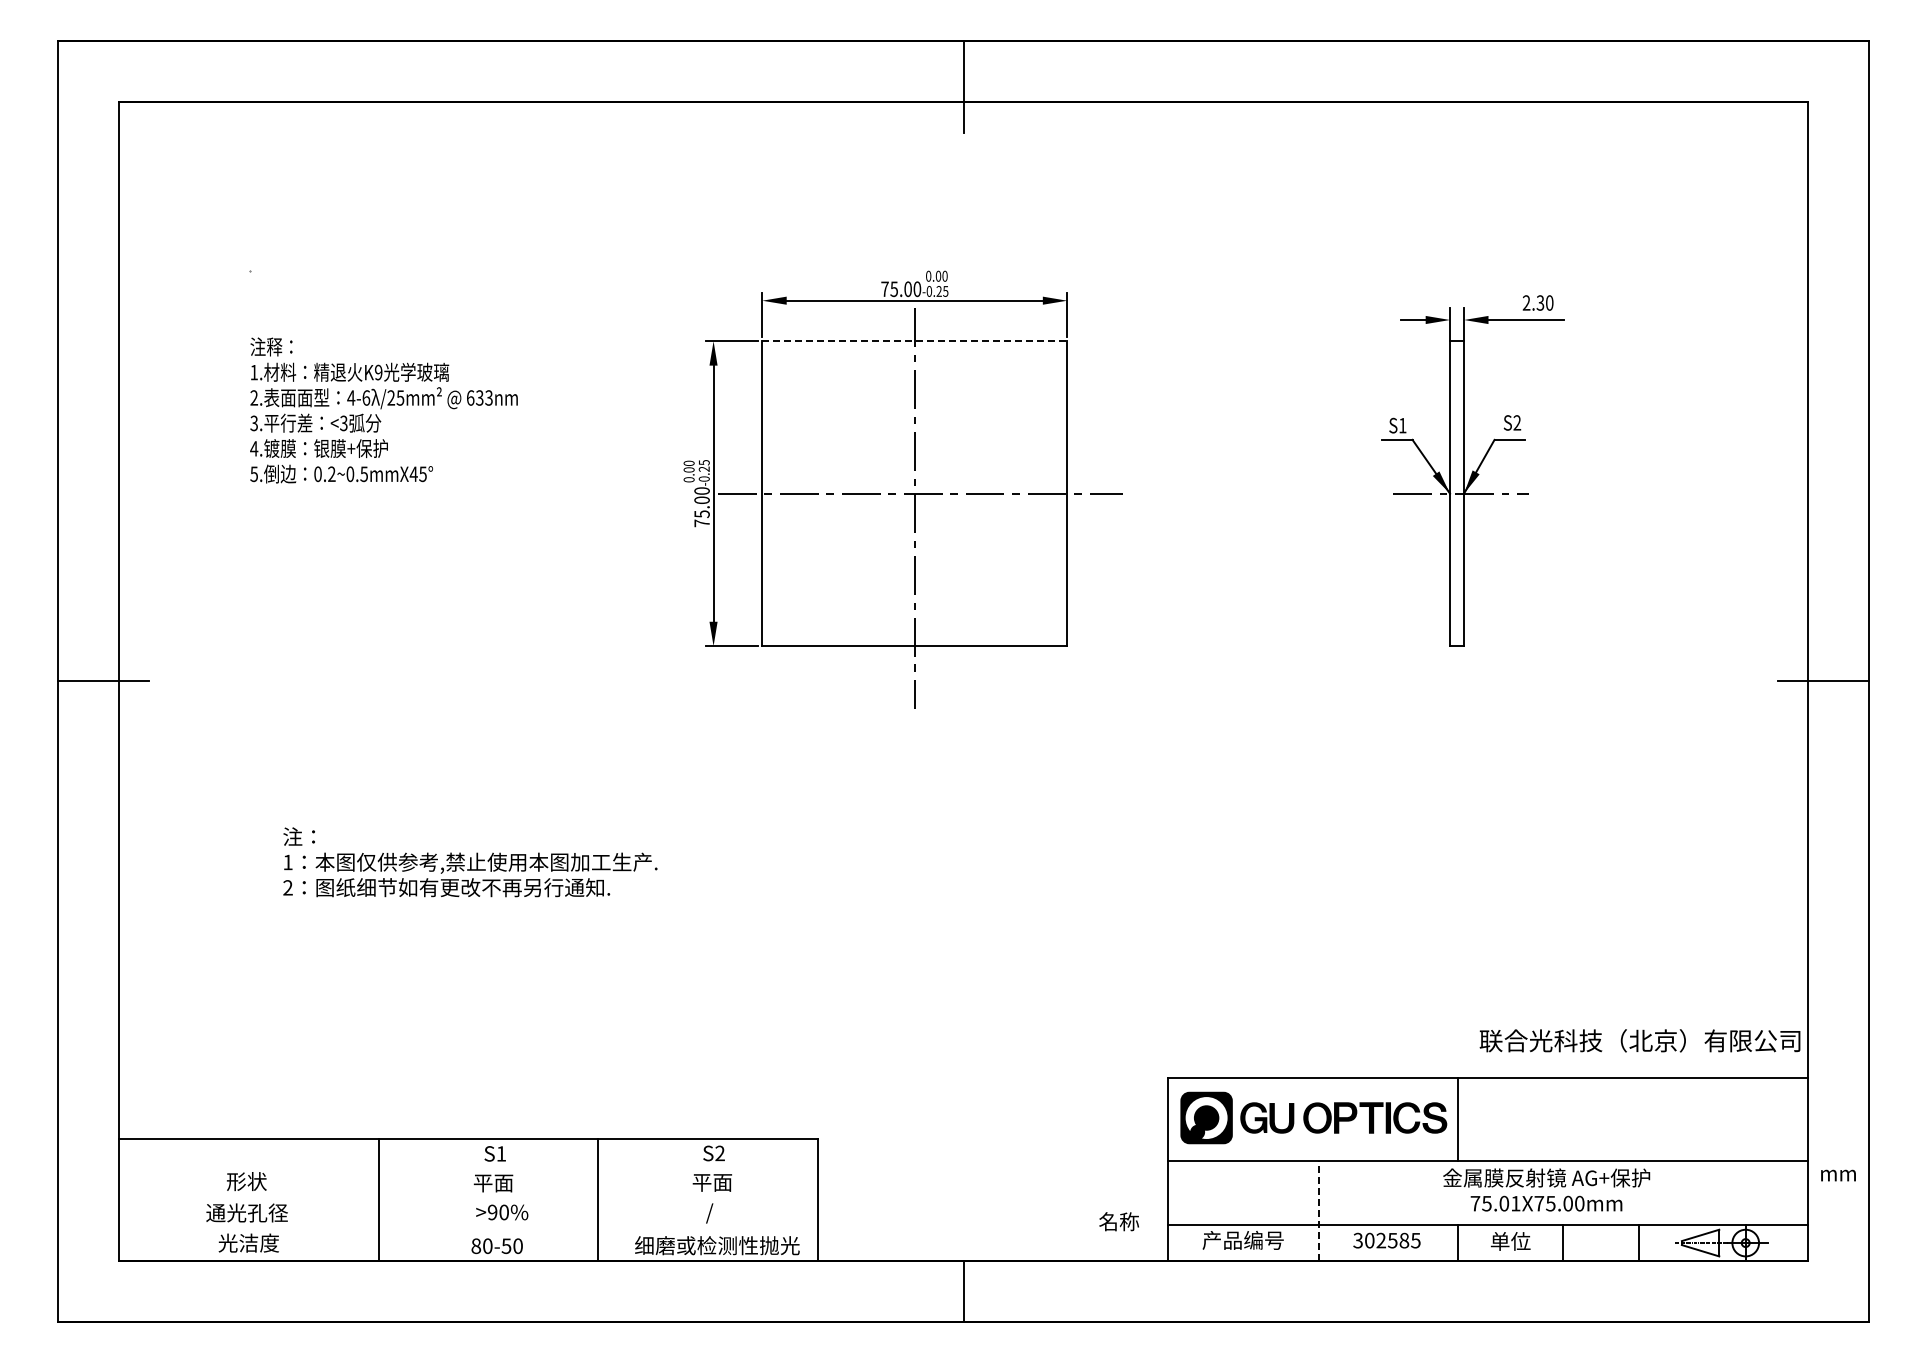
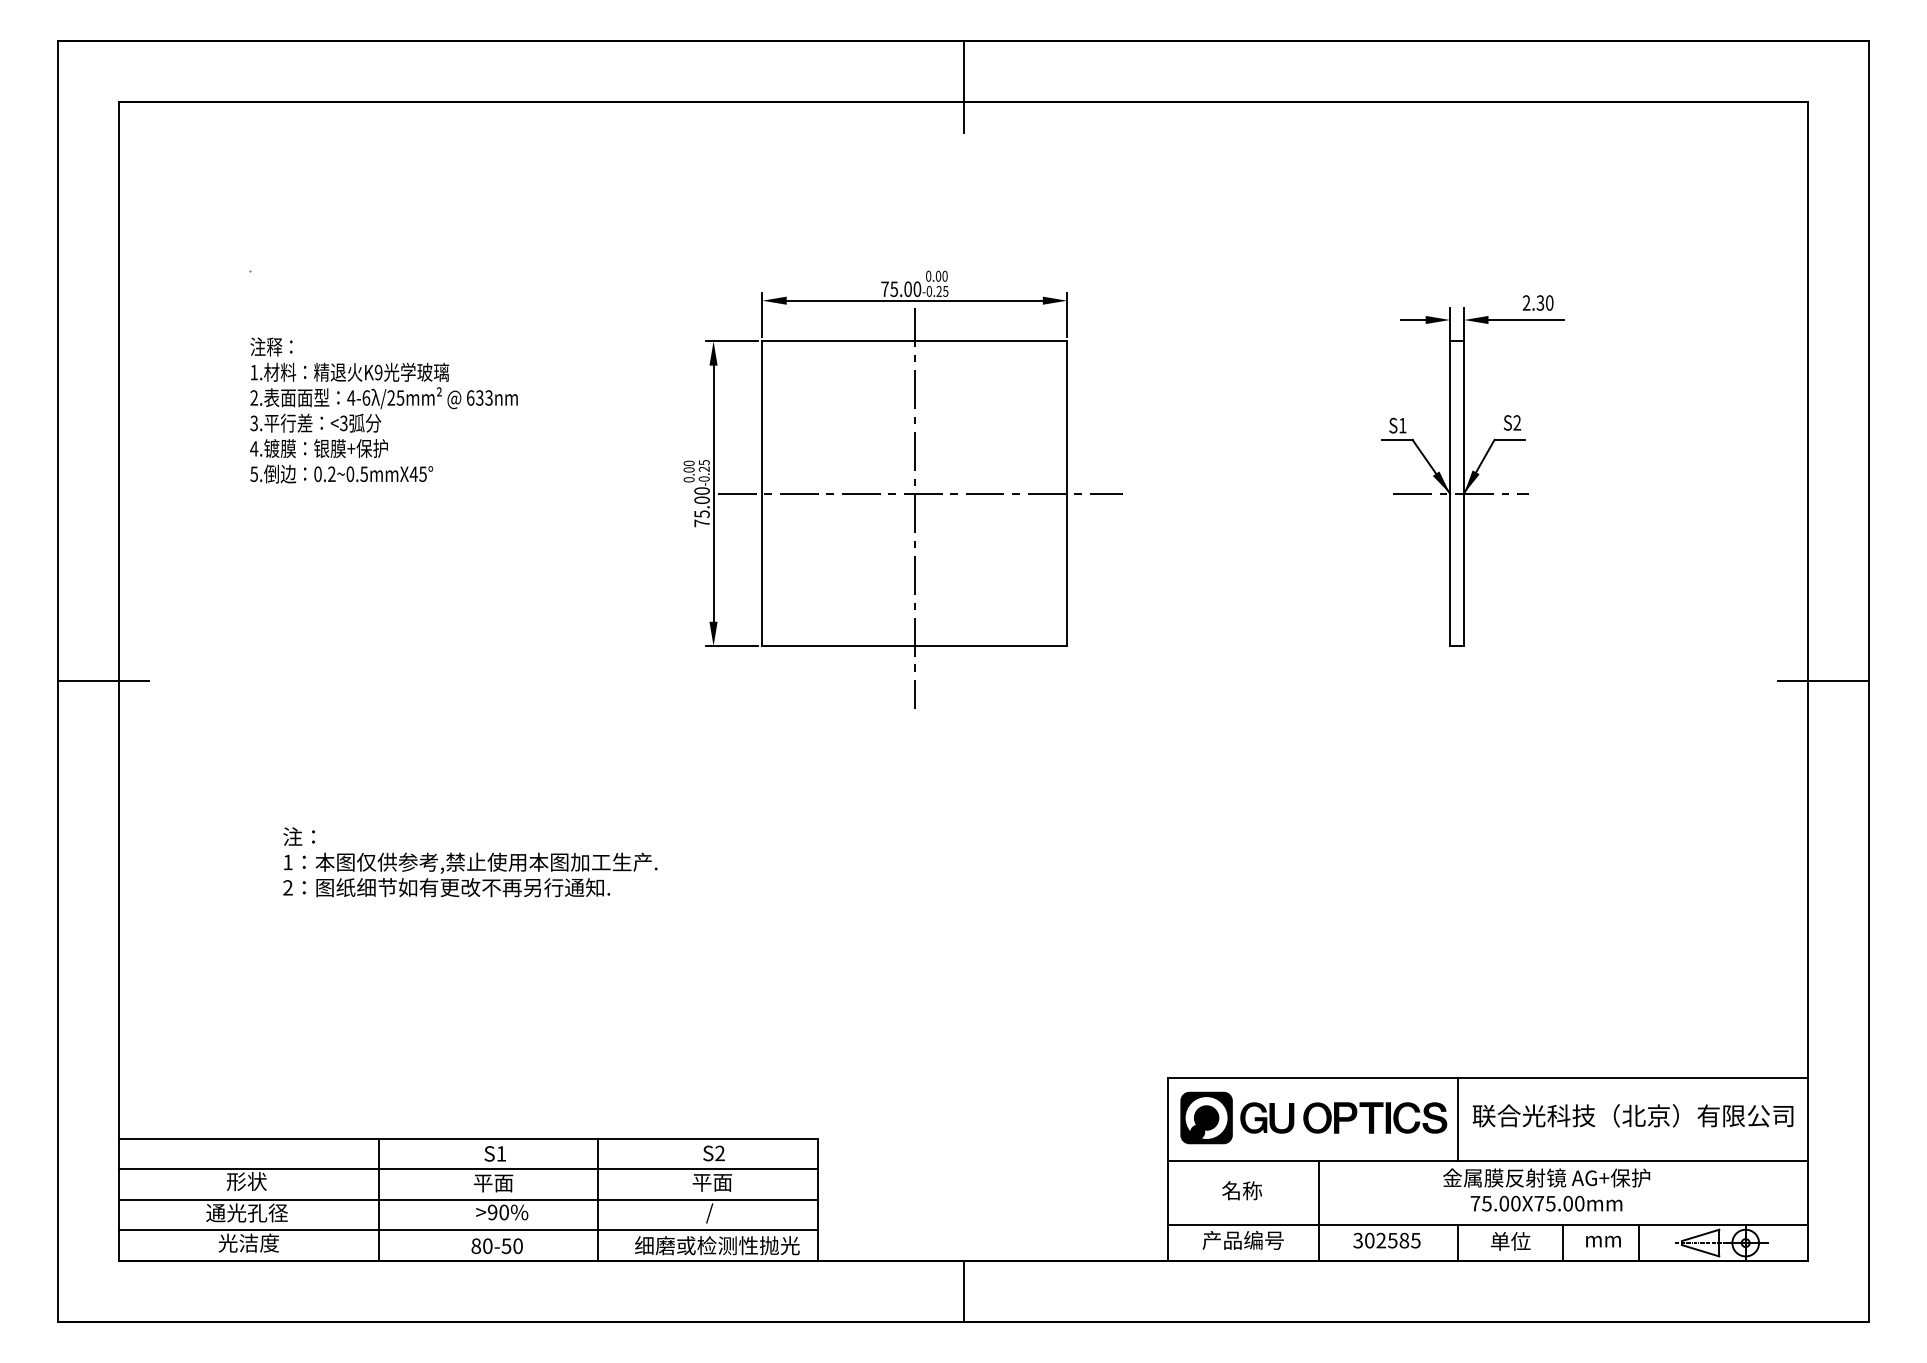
line at (915, 341): dashed -> solid
text at (1639, 1040) position: (1639, 1040) -> (1632, 1115)
line at (468, 1169): none -> present
text at (1838, 1175) position: (1838, 1175) -> (1603, 1241)
line at (468, 1199): none -> present
text at (1515, 1203): 75.01X75.00mm -> 75.00X75.00mm
line at (1318, 1211): dashed -> solid
text at (1118, 1221) position: (1118, 1221) -> (1241, 1190)
line at (468, 1230): none -> present
